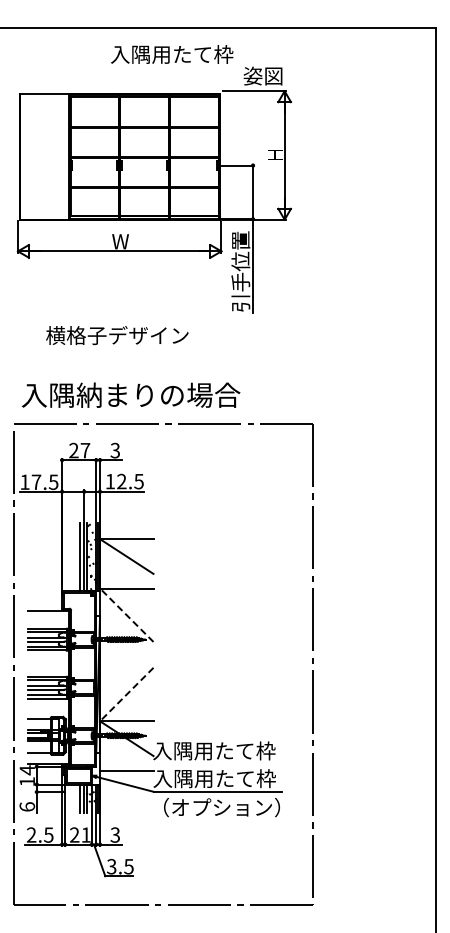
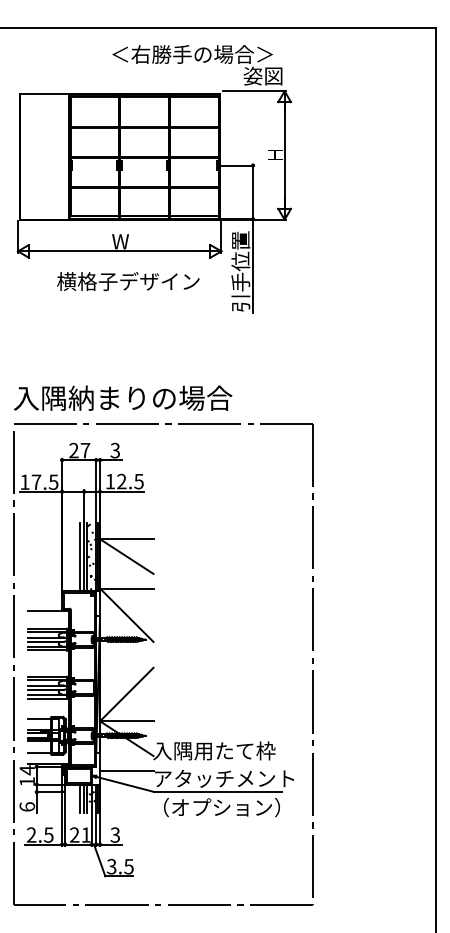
text at (192, 54): 入隅用たて枠 -> ＜右勝手の場合＞
text at (117, 335) position: (117, 335) -> (128, 281)
text at (130, 394) position: (130, 394) -> (122, 397)
line at (126, 615): dashed -> solid
line at (126, 694): dashed -> solid
text at (223, 778): 入隅用たて枠 -> アタッチメント
